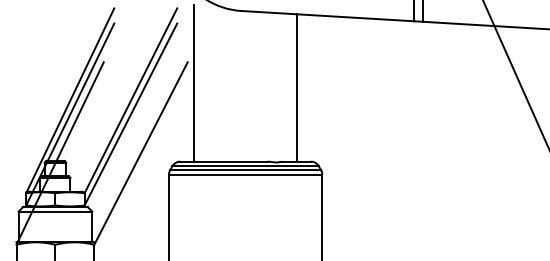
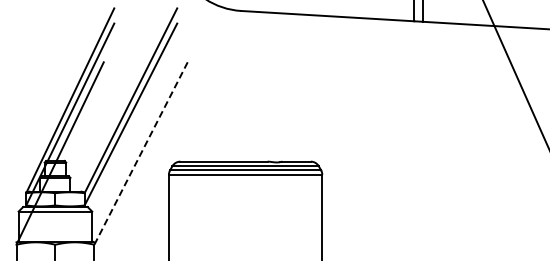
line at (194, 83): present -> none
line at (297, 87): present -> none
line at (140, 153): solid -> dashed
